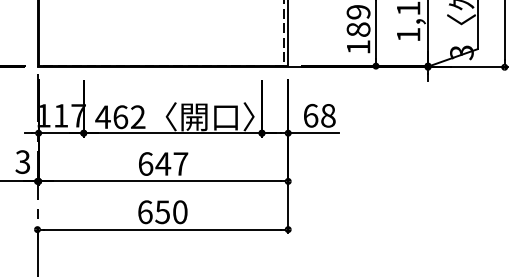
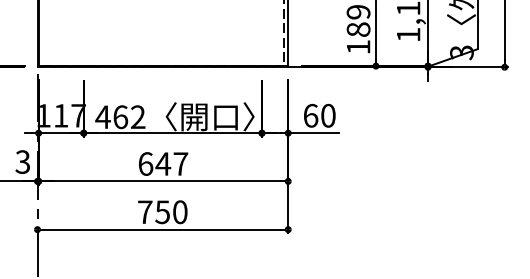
text at (328, 115): 68 -> 60
text at (145, 212): 650 -> 750
